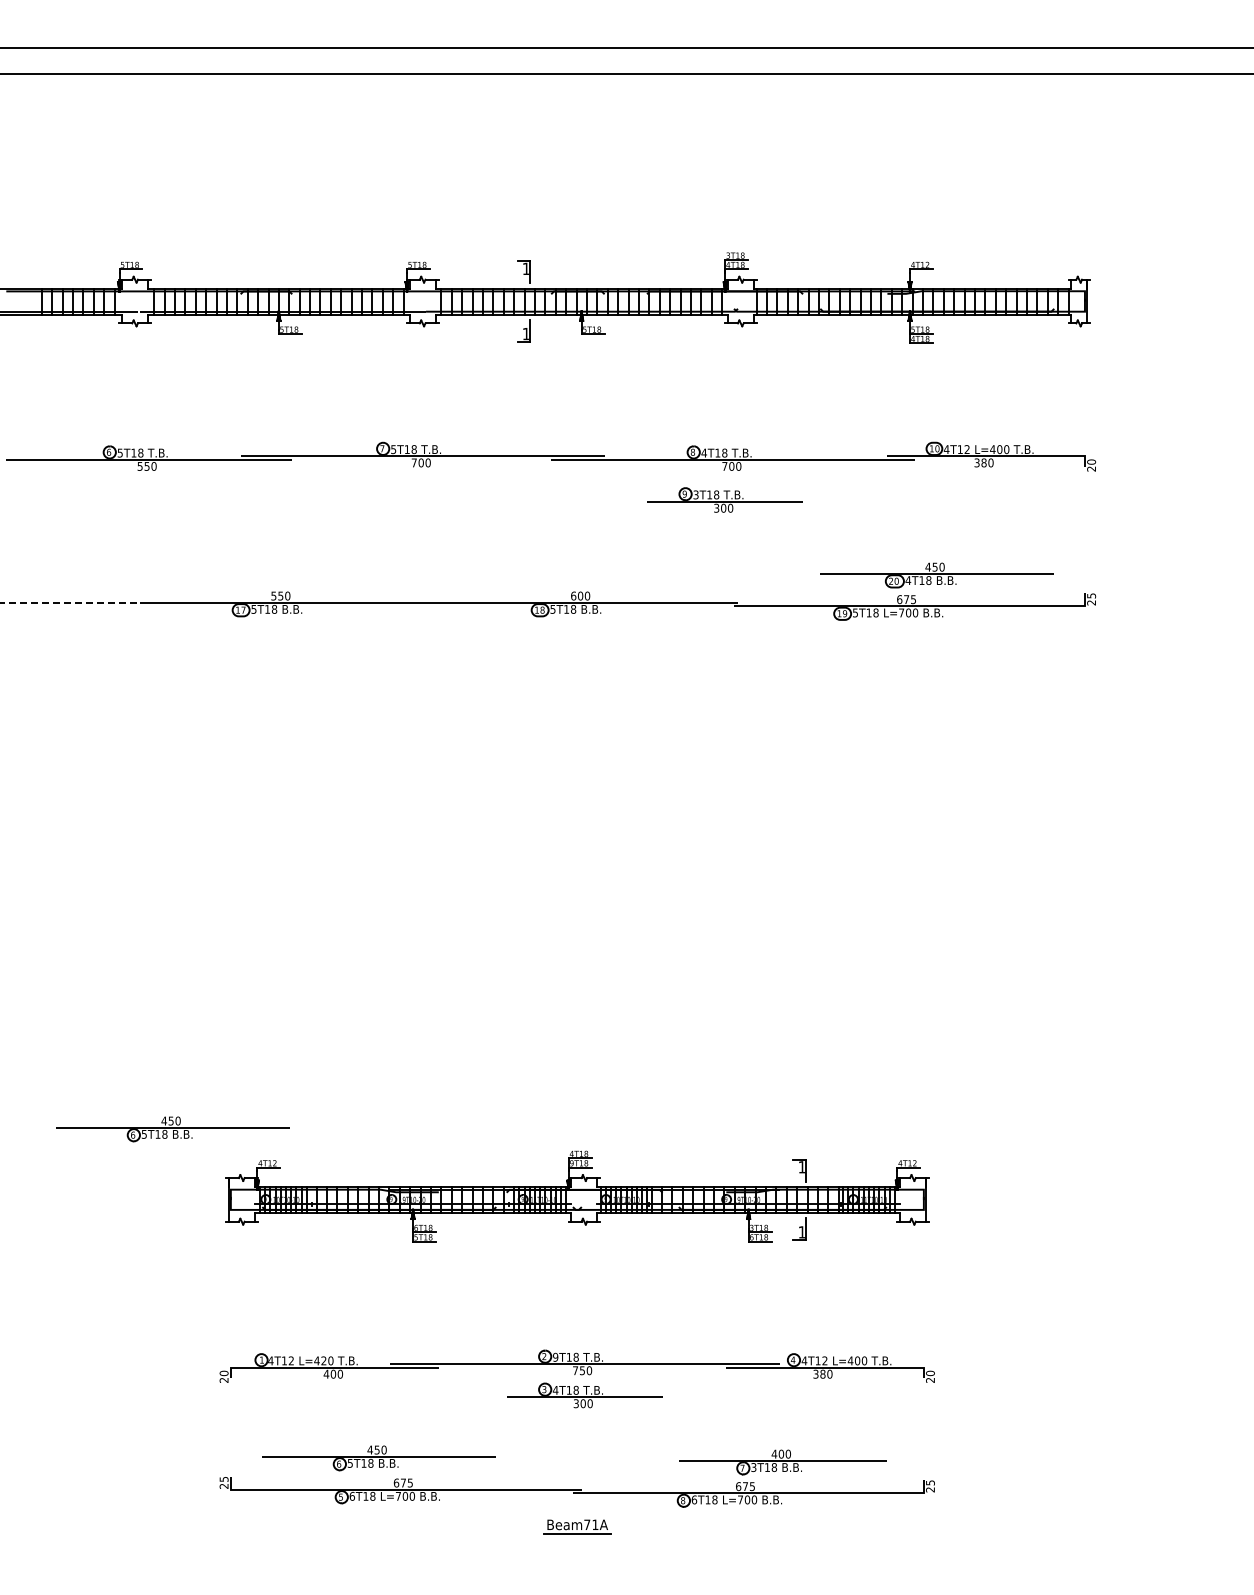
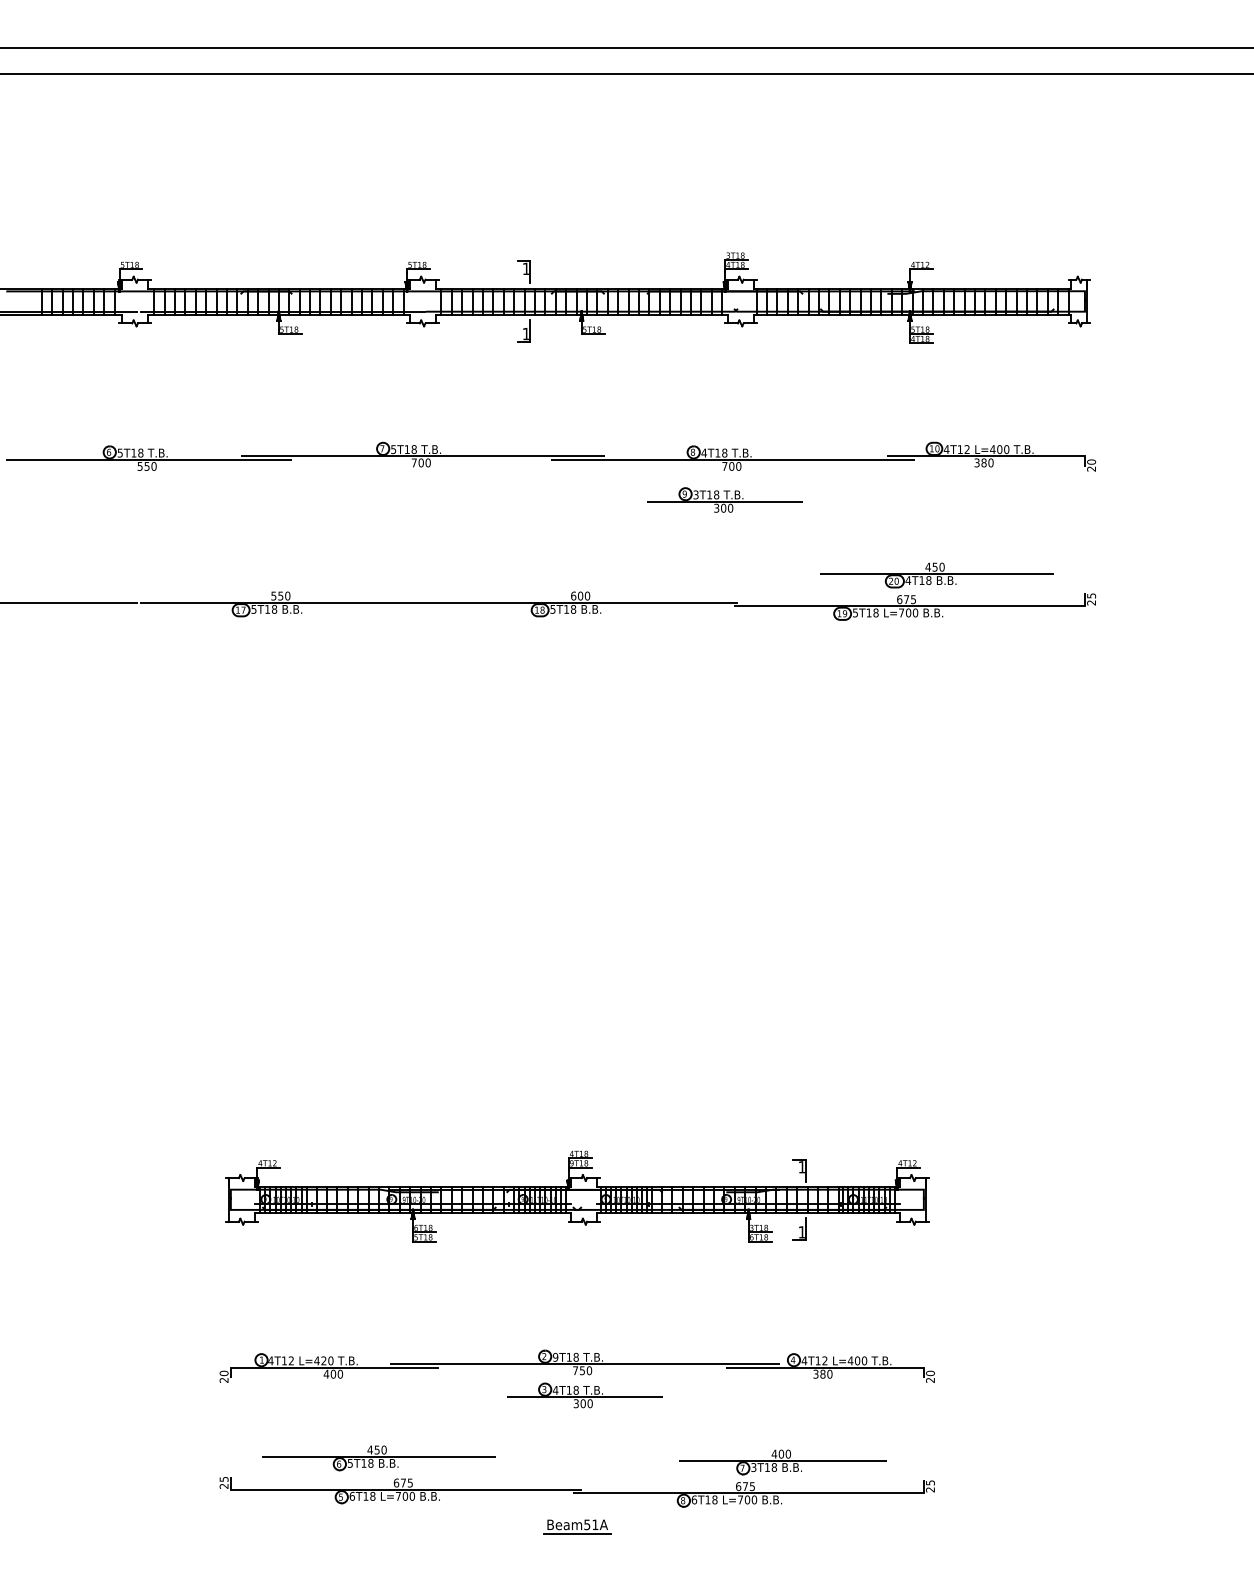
line at (69, 602): dashed -> solid
part at (172, 1129): present -> none
text at (587, 1524): Beam71A -> Beam51A
